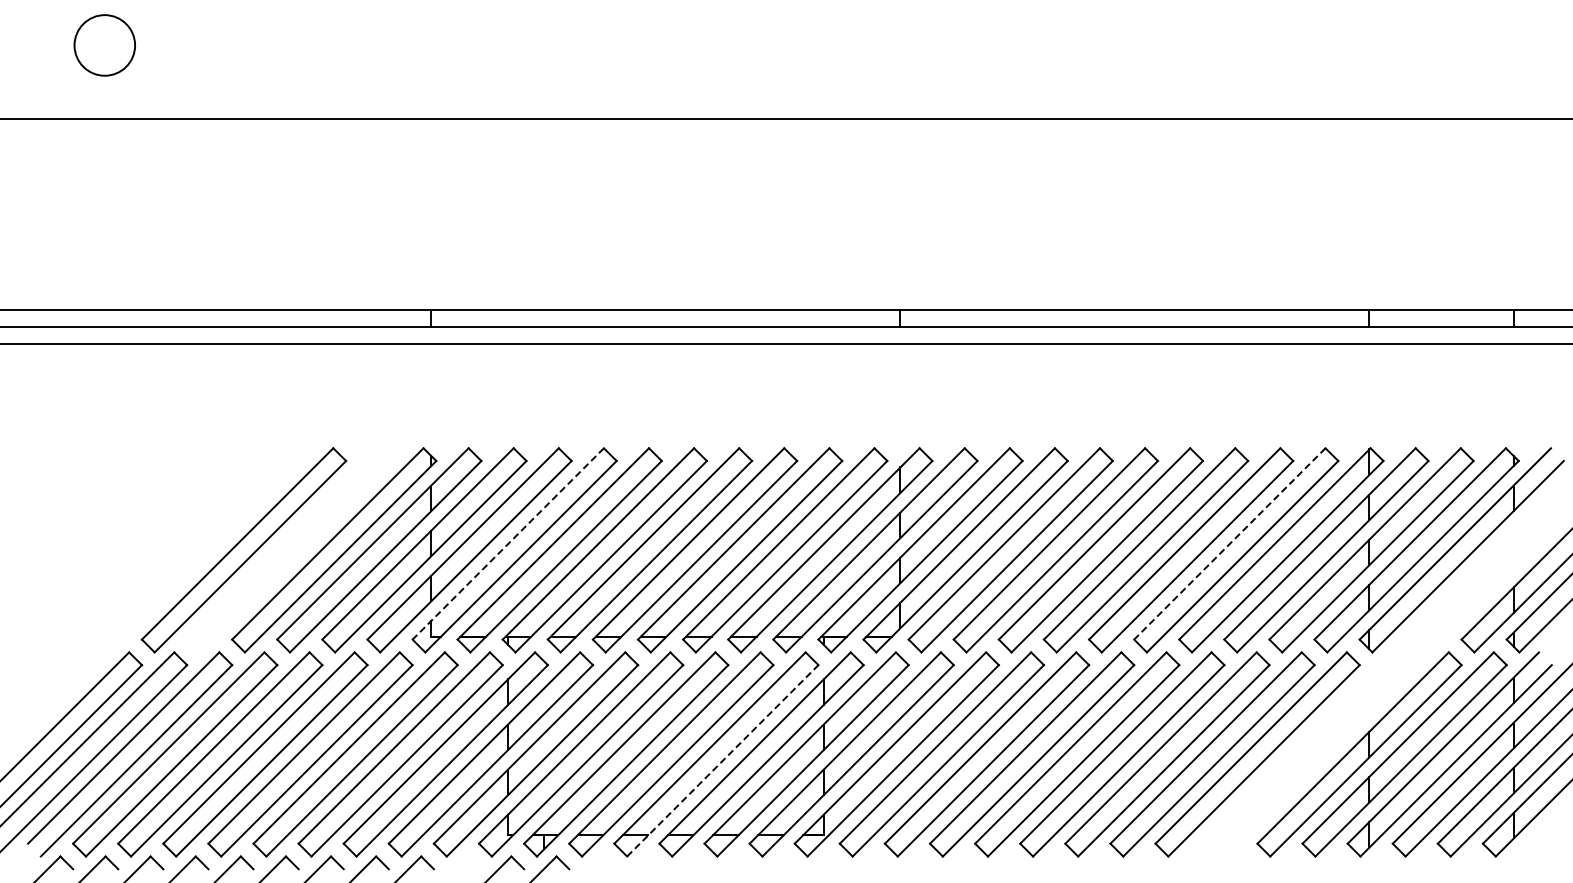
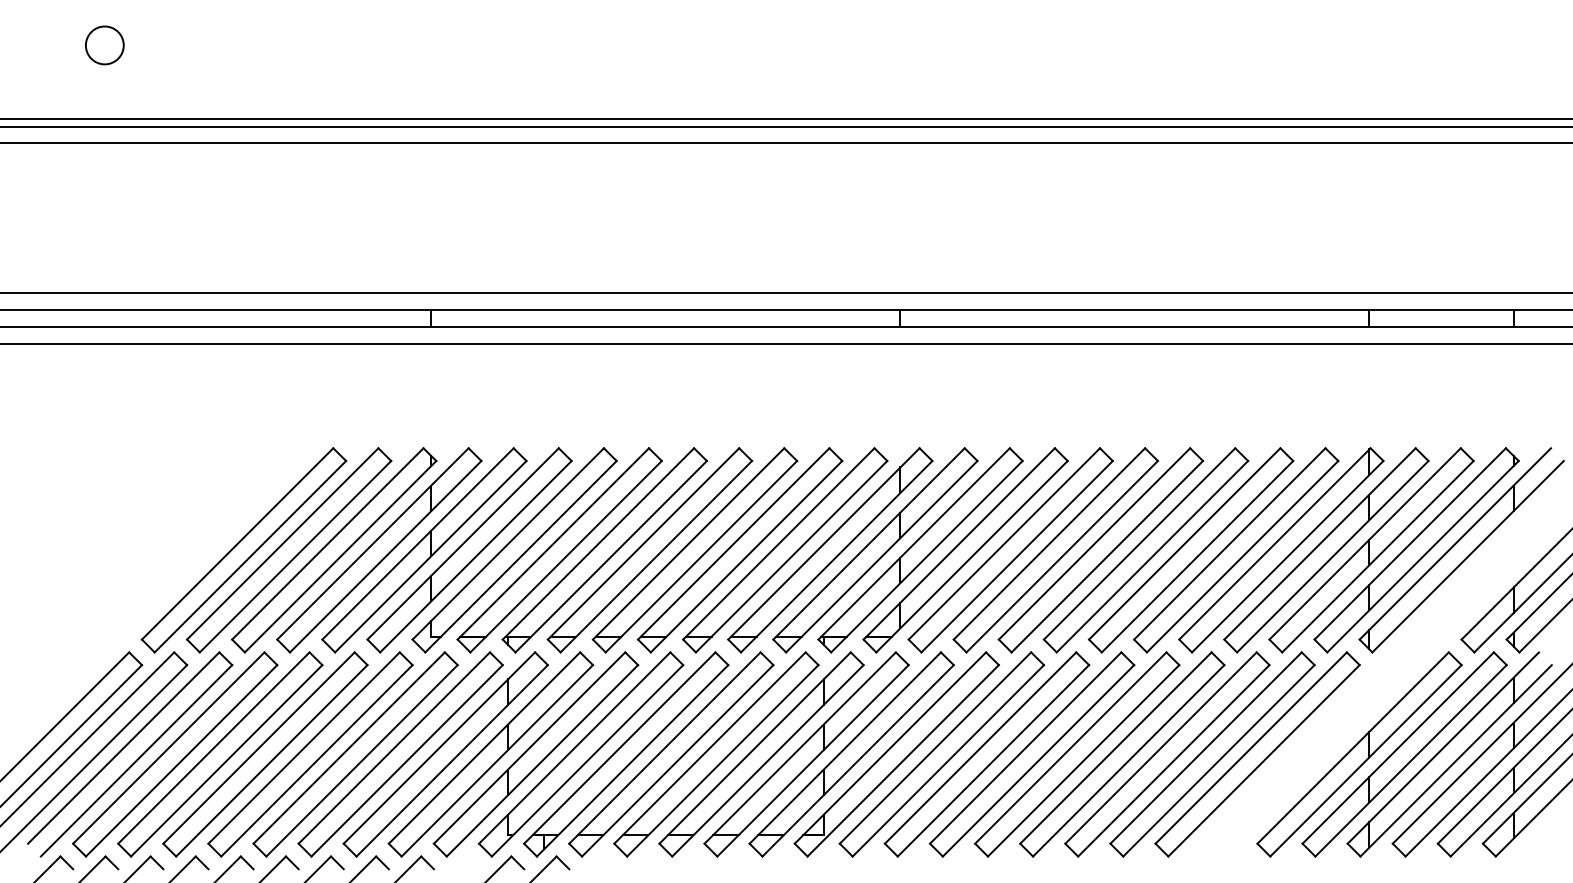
circle at (104, 45) diameter: 61 px -> 38 px
line at (785, 126): none -> present
line at (785, 142): none -> present
line at (785, 293): none -> present
line at (507, 544): dashed -> solid
line at (1229, 544): dashed -> solid
part at (288, 550): none -> present
line at (723, 760): dashed -> solid
